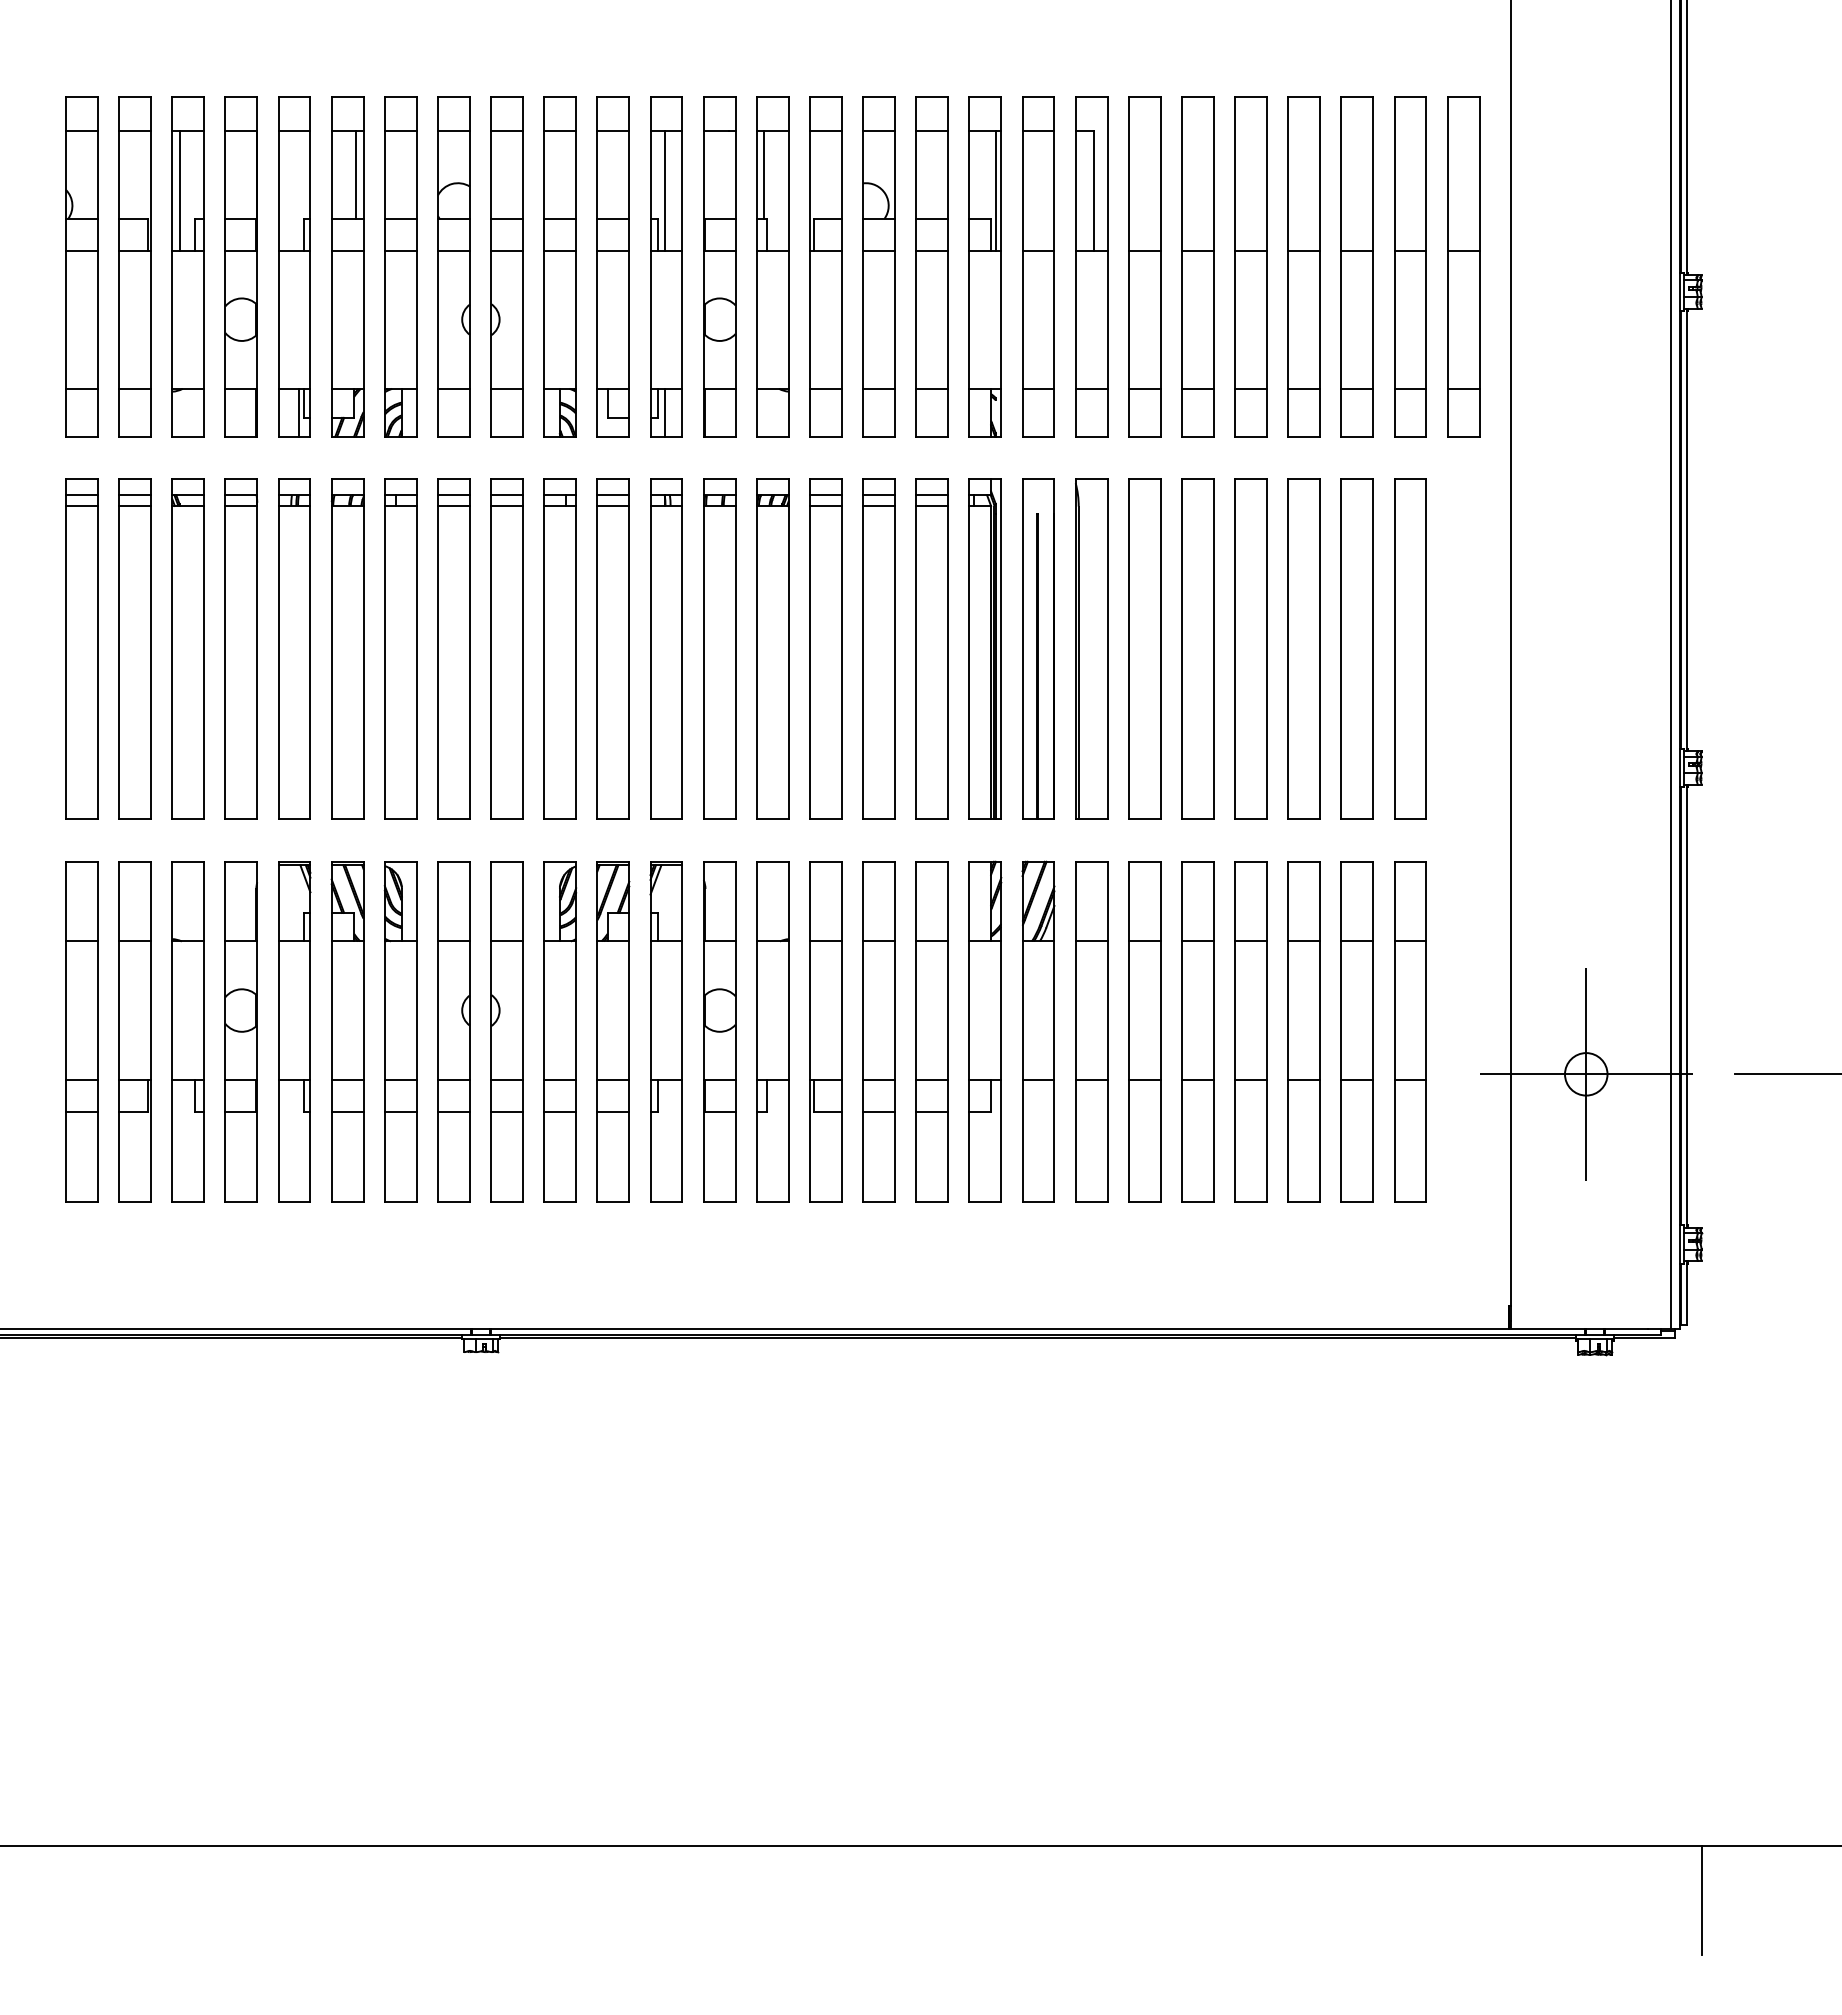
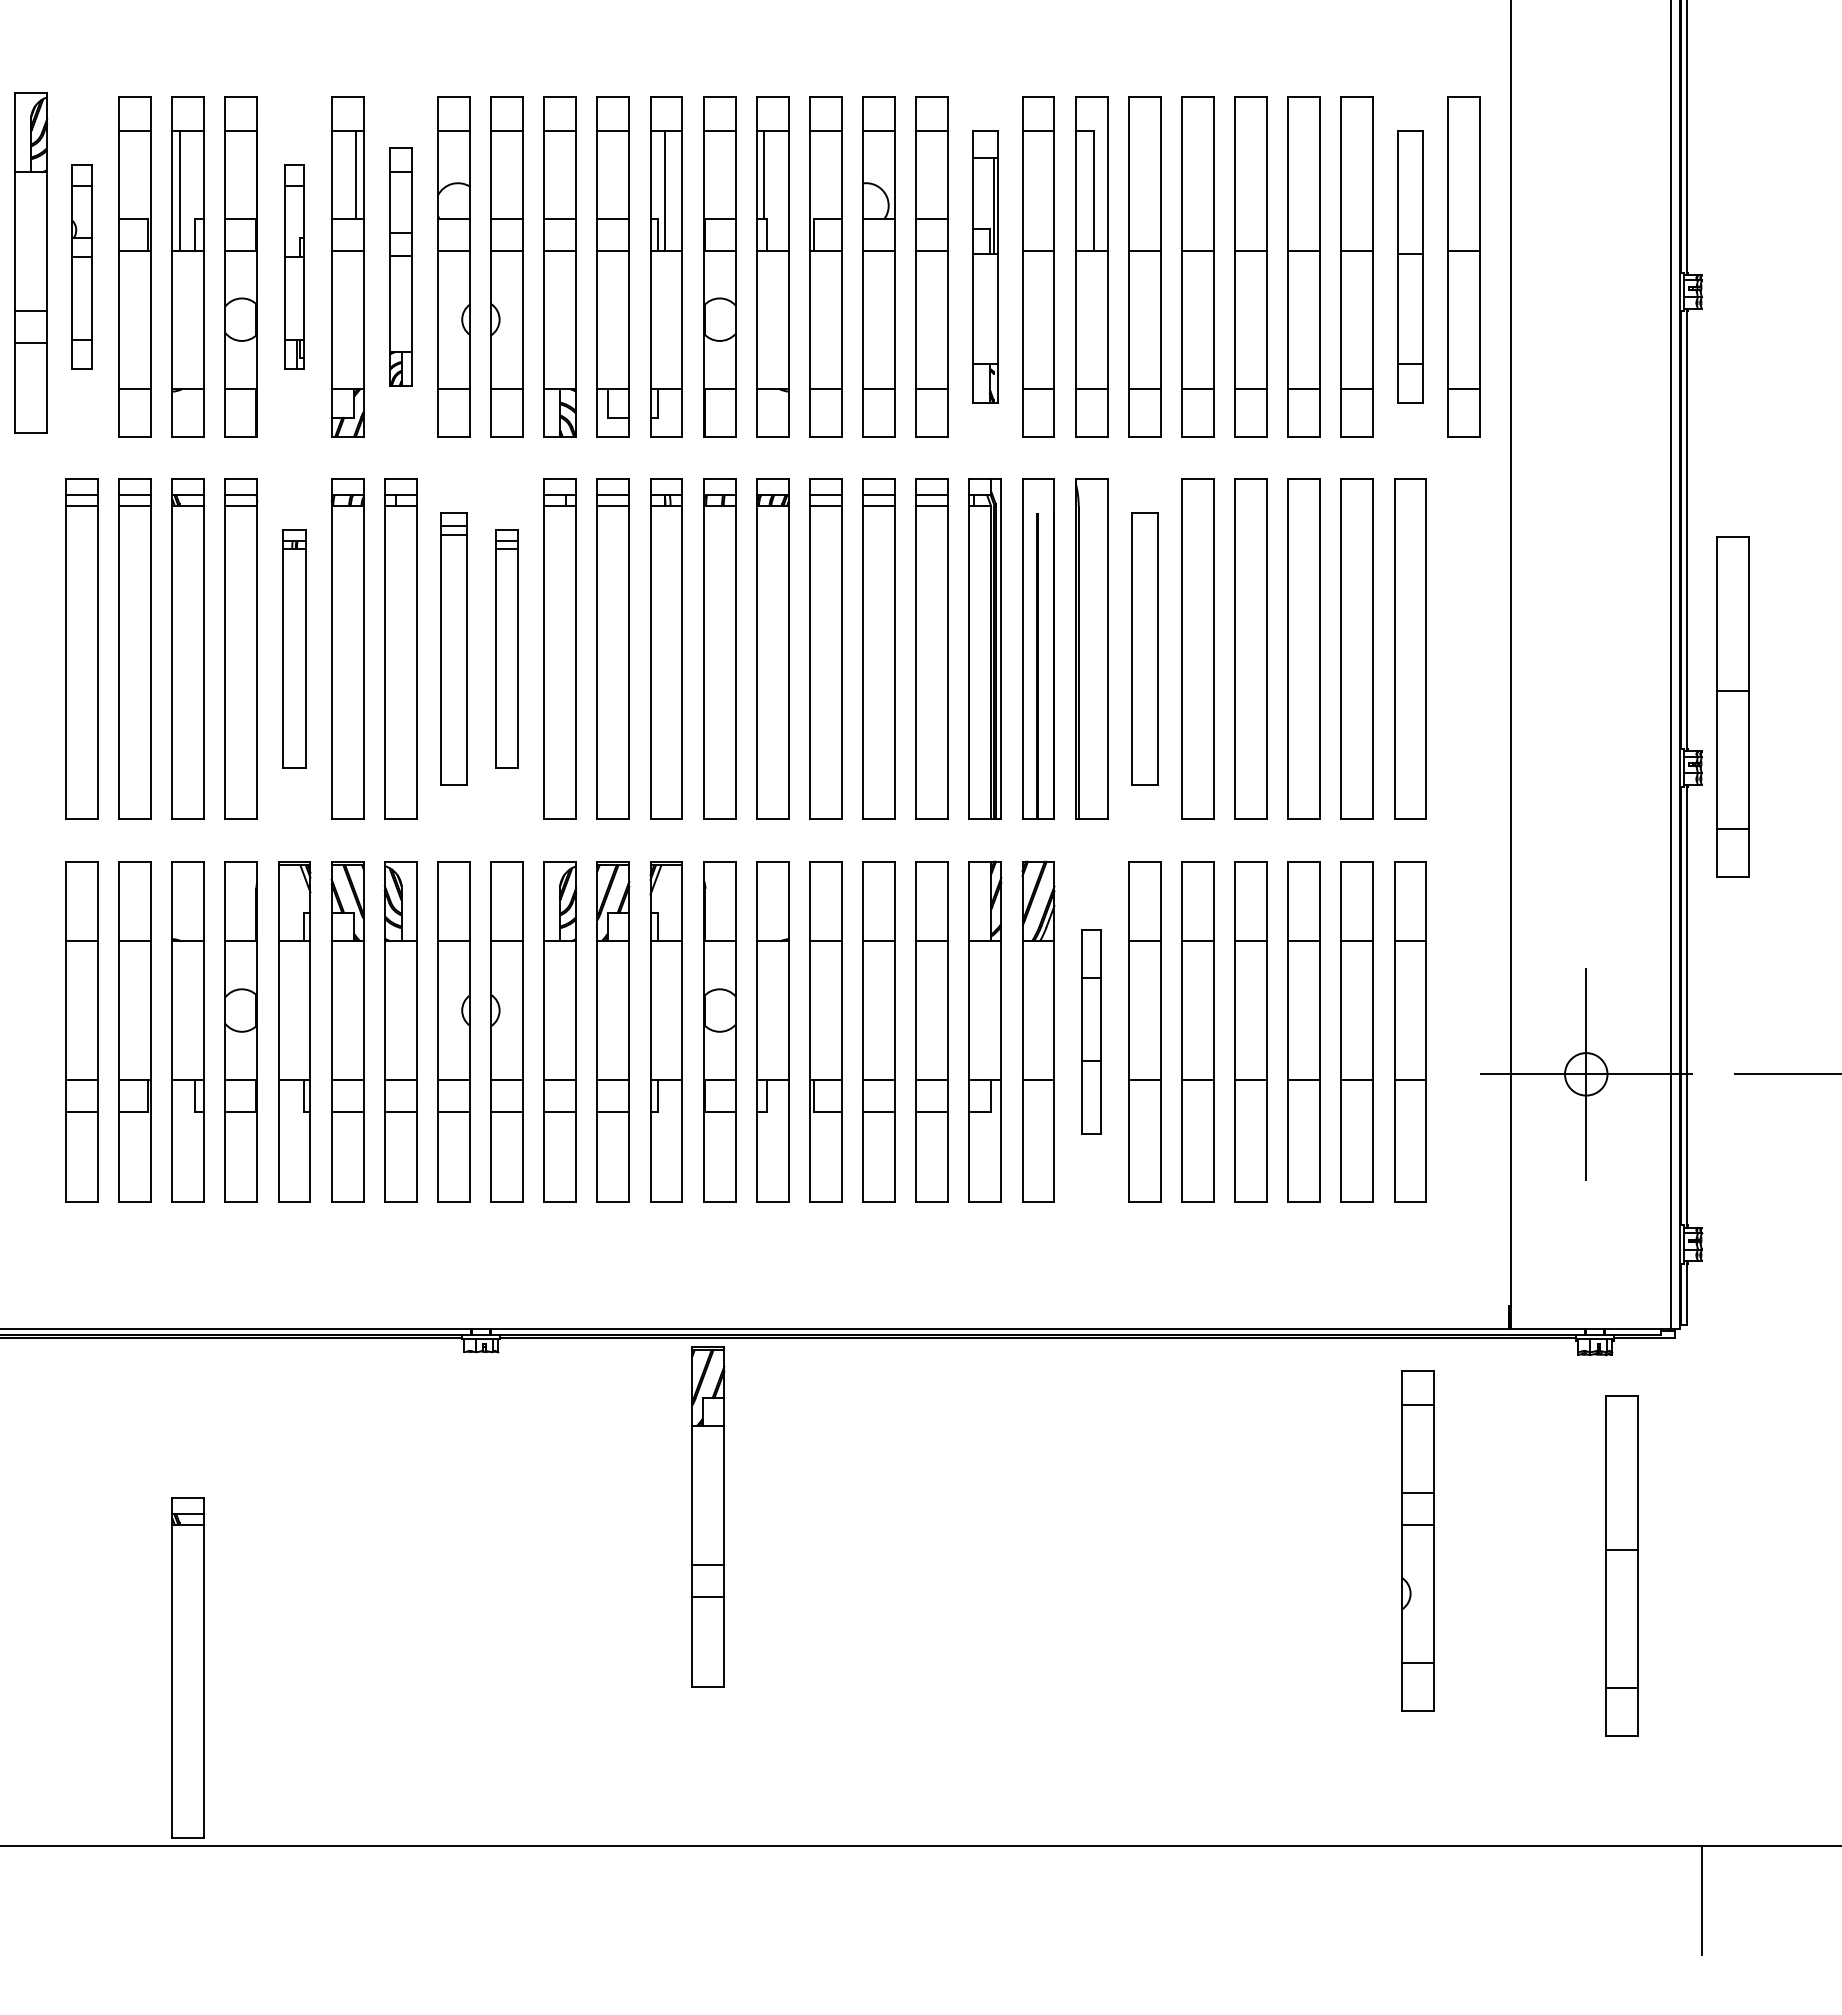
part at (31, 262): none -> present
part at (81, 266) size: 34x342 px -> 22x206 px
part at (294, 266) size: 33x342 px -> 21x206 px
part at (400, 266) size: 34x342 px -> 24x240 px
part at (984, 266) size: 34x342 px -> 27x274 px
part at (1410, 266) size: 33x342 px -> 27x274 px
line at (664, 412): present -> none
part at (294, 648) size: 33x342 px -> 25x240 px
part at (453, 648) size: 34x342 px -> 28x274 px
part at (506, 648) size: 34x342 px -> 24x240 px
part at (1144, 648) size: 34x342 px -> 28x274 px
part at (1732, 706): none -> present
part at (1091, 1031) size: 34x342 px -> 21x206 px
part at (708, 1516): none -> present
part at (1417, 1540): none -> present
part at (1621, 1565): none -> present
part at (187, 1667): none -> present
